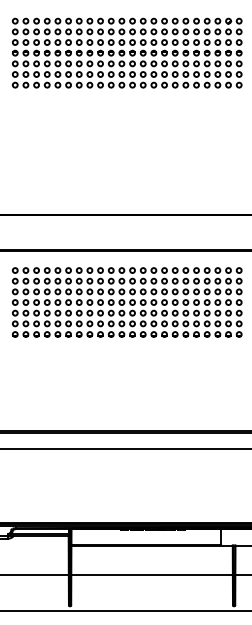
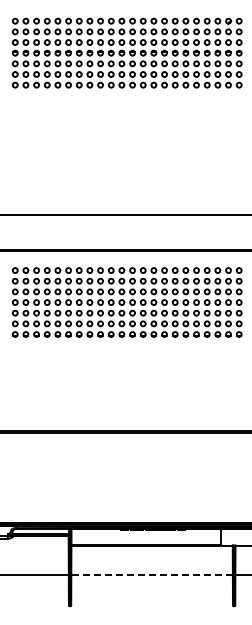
line at (125, 449): present -> none
line at (152, 574): solid -> dashed
line at (125, 610): present -> none
